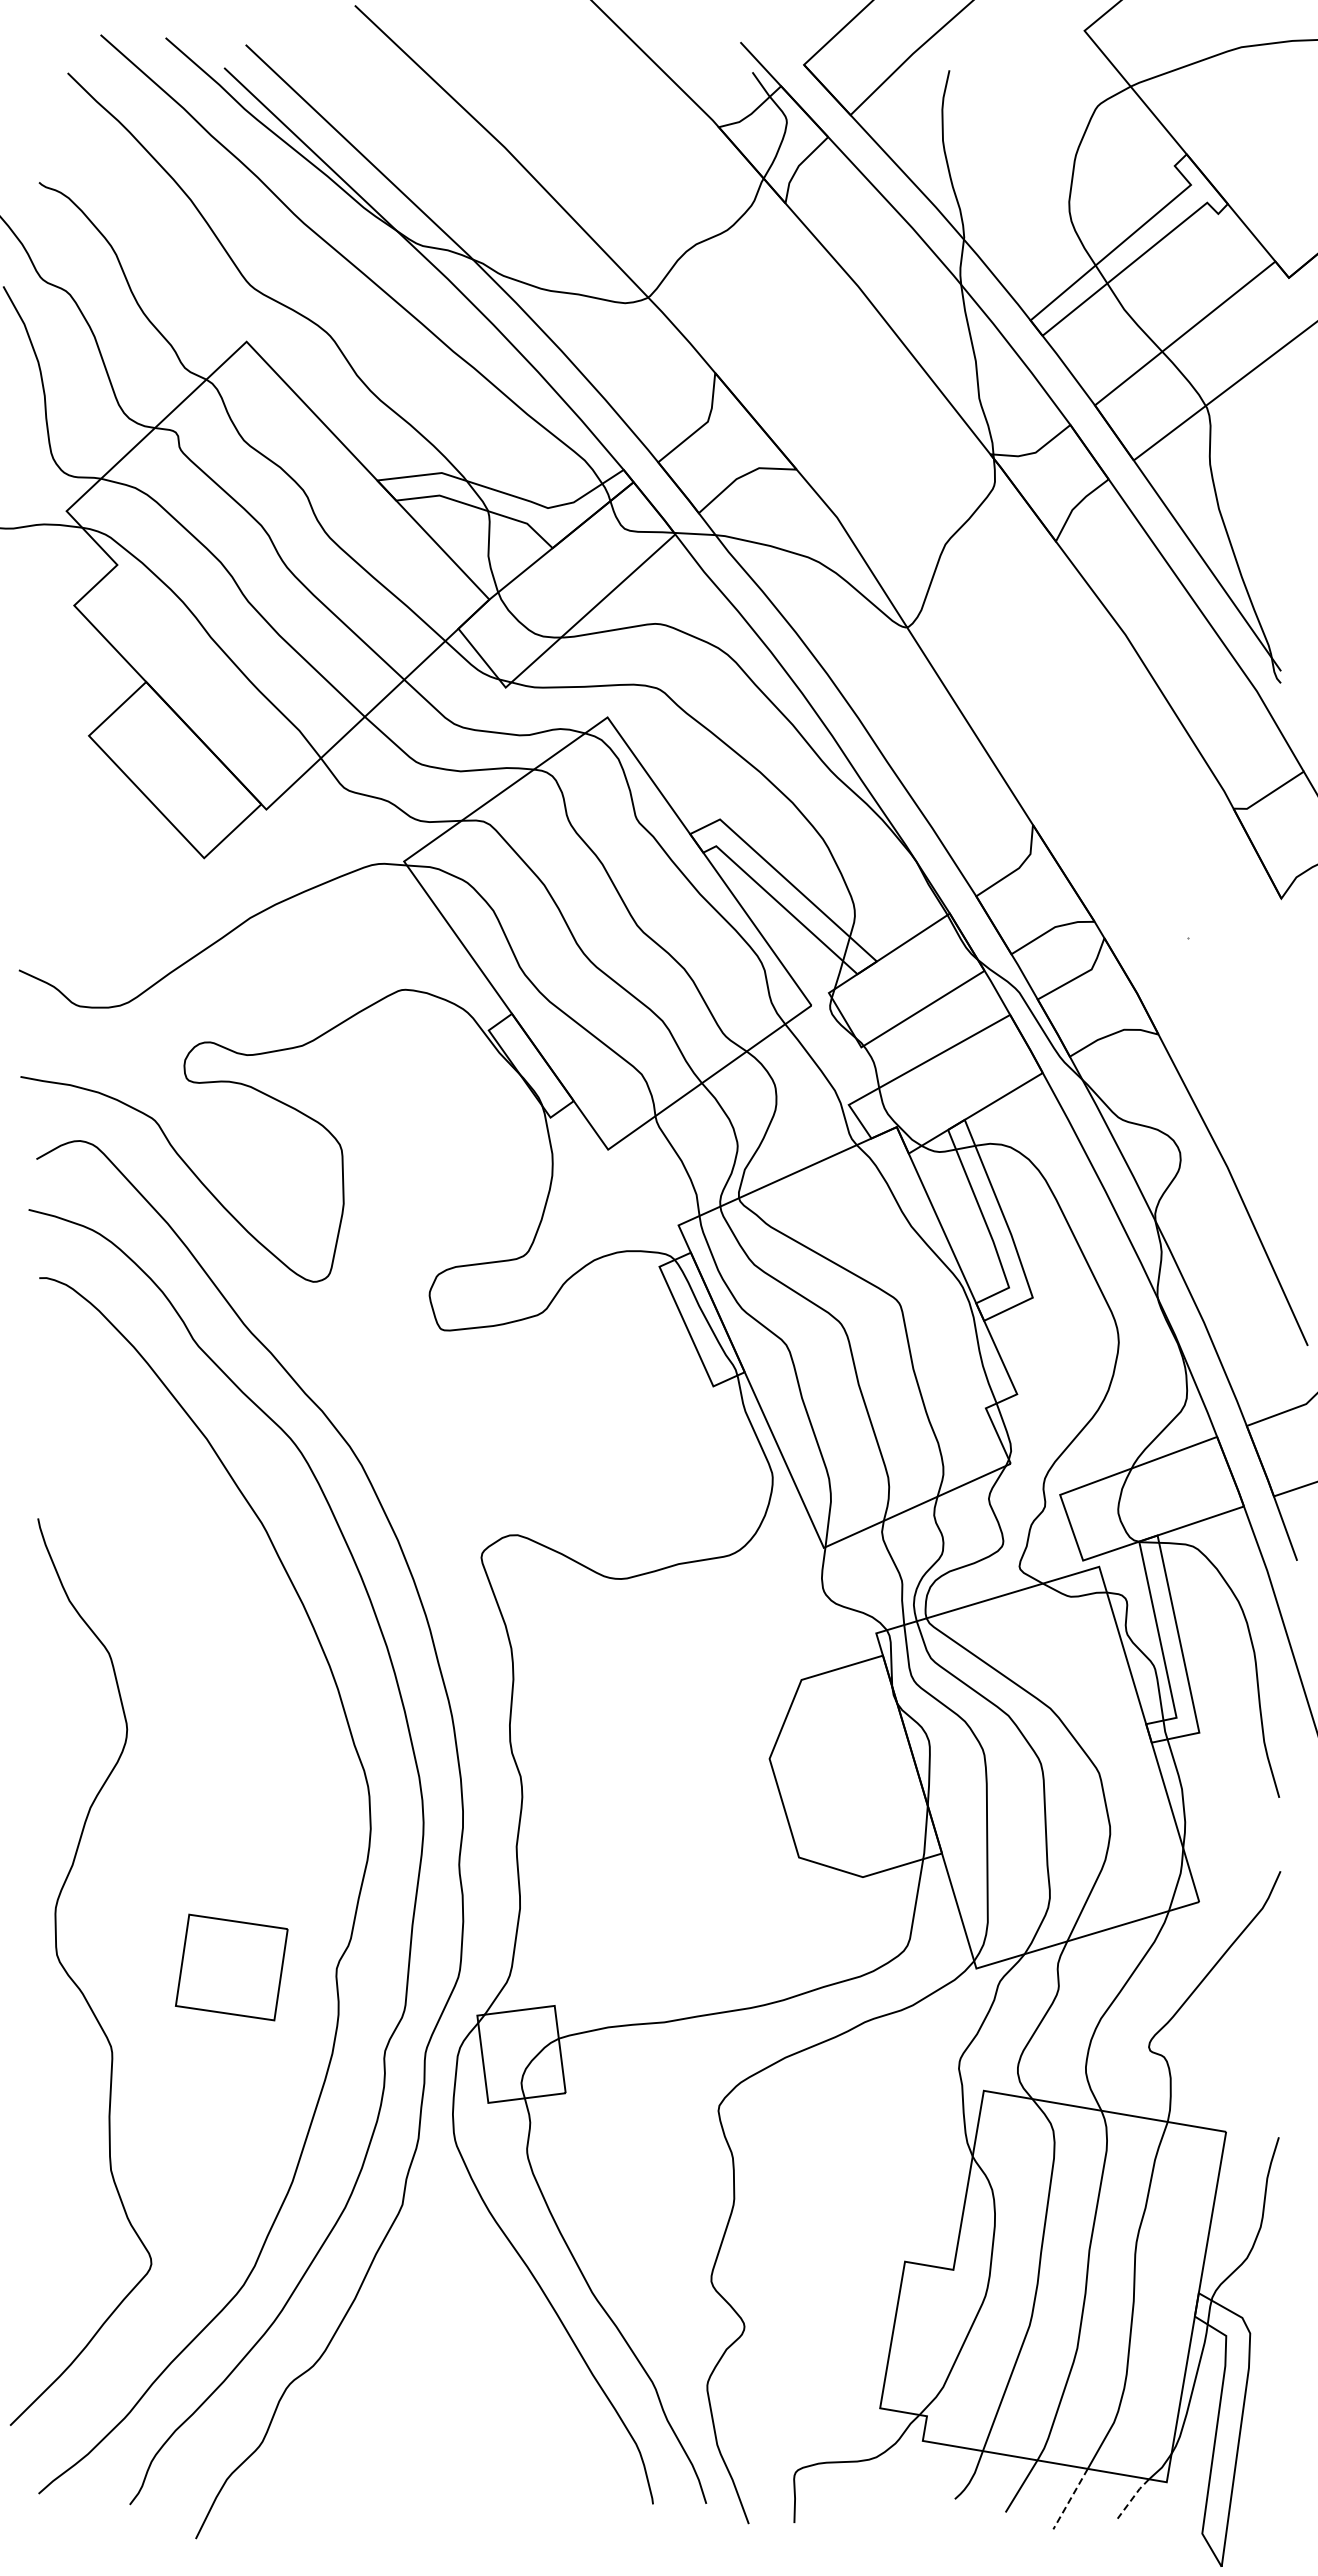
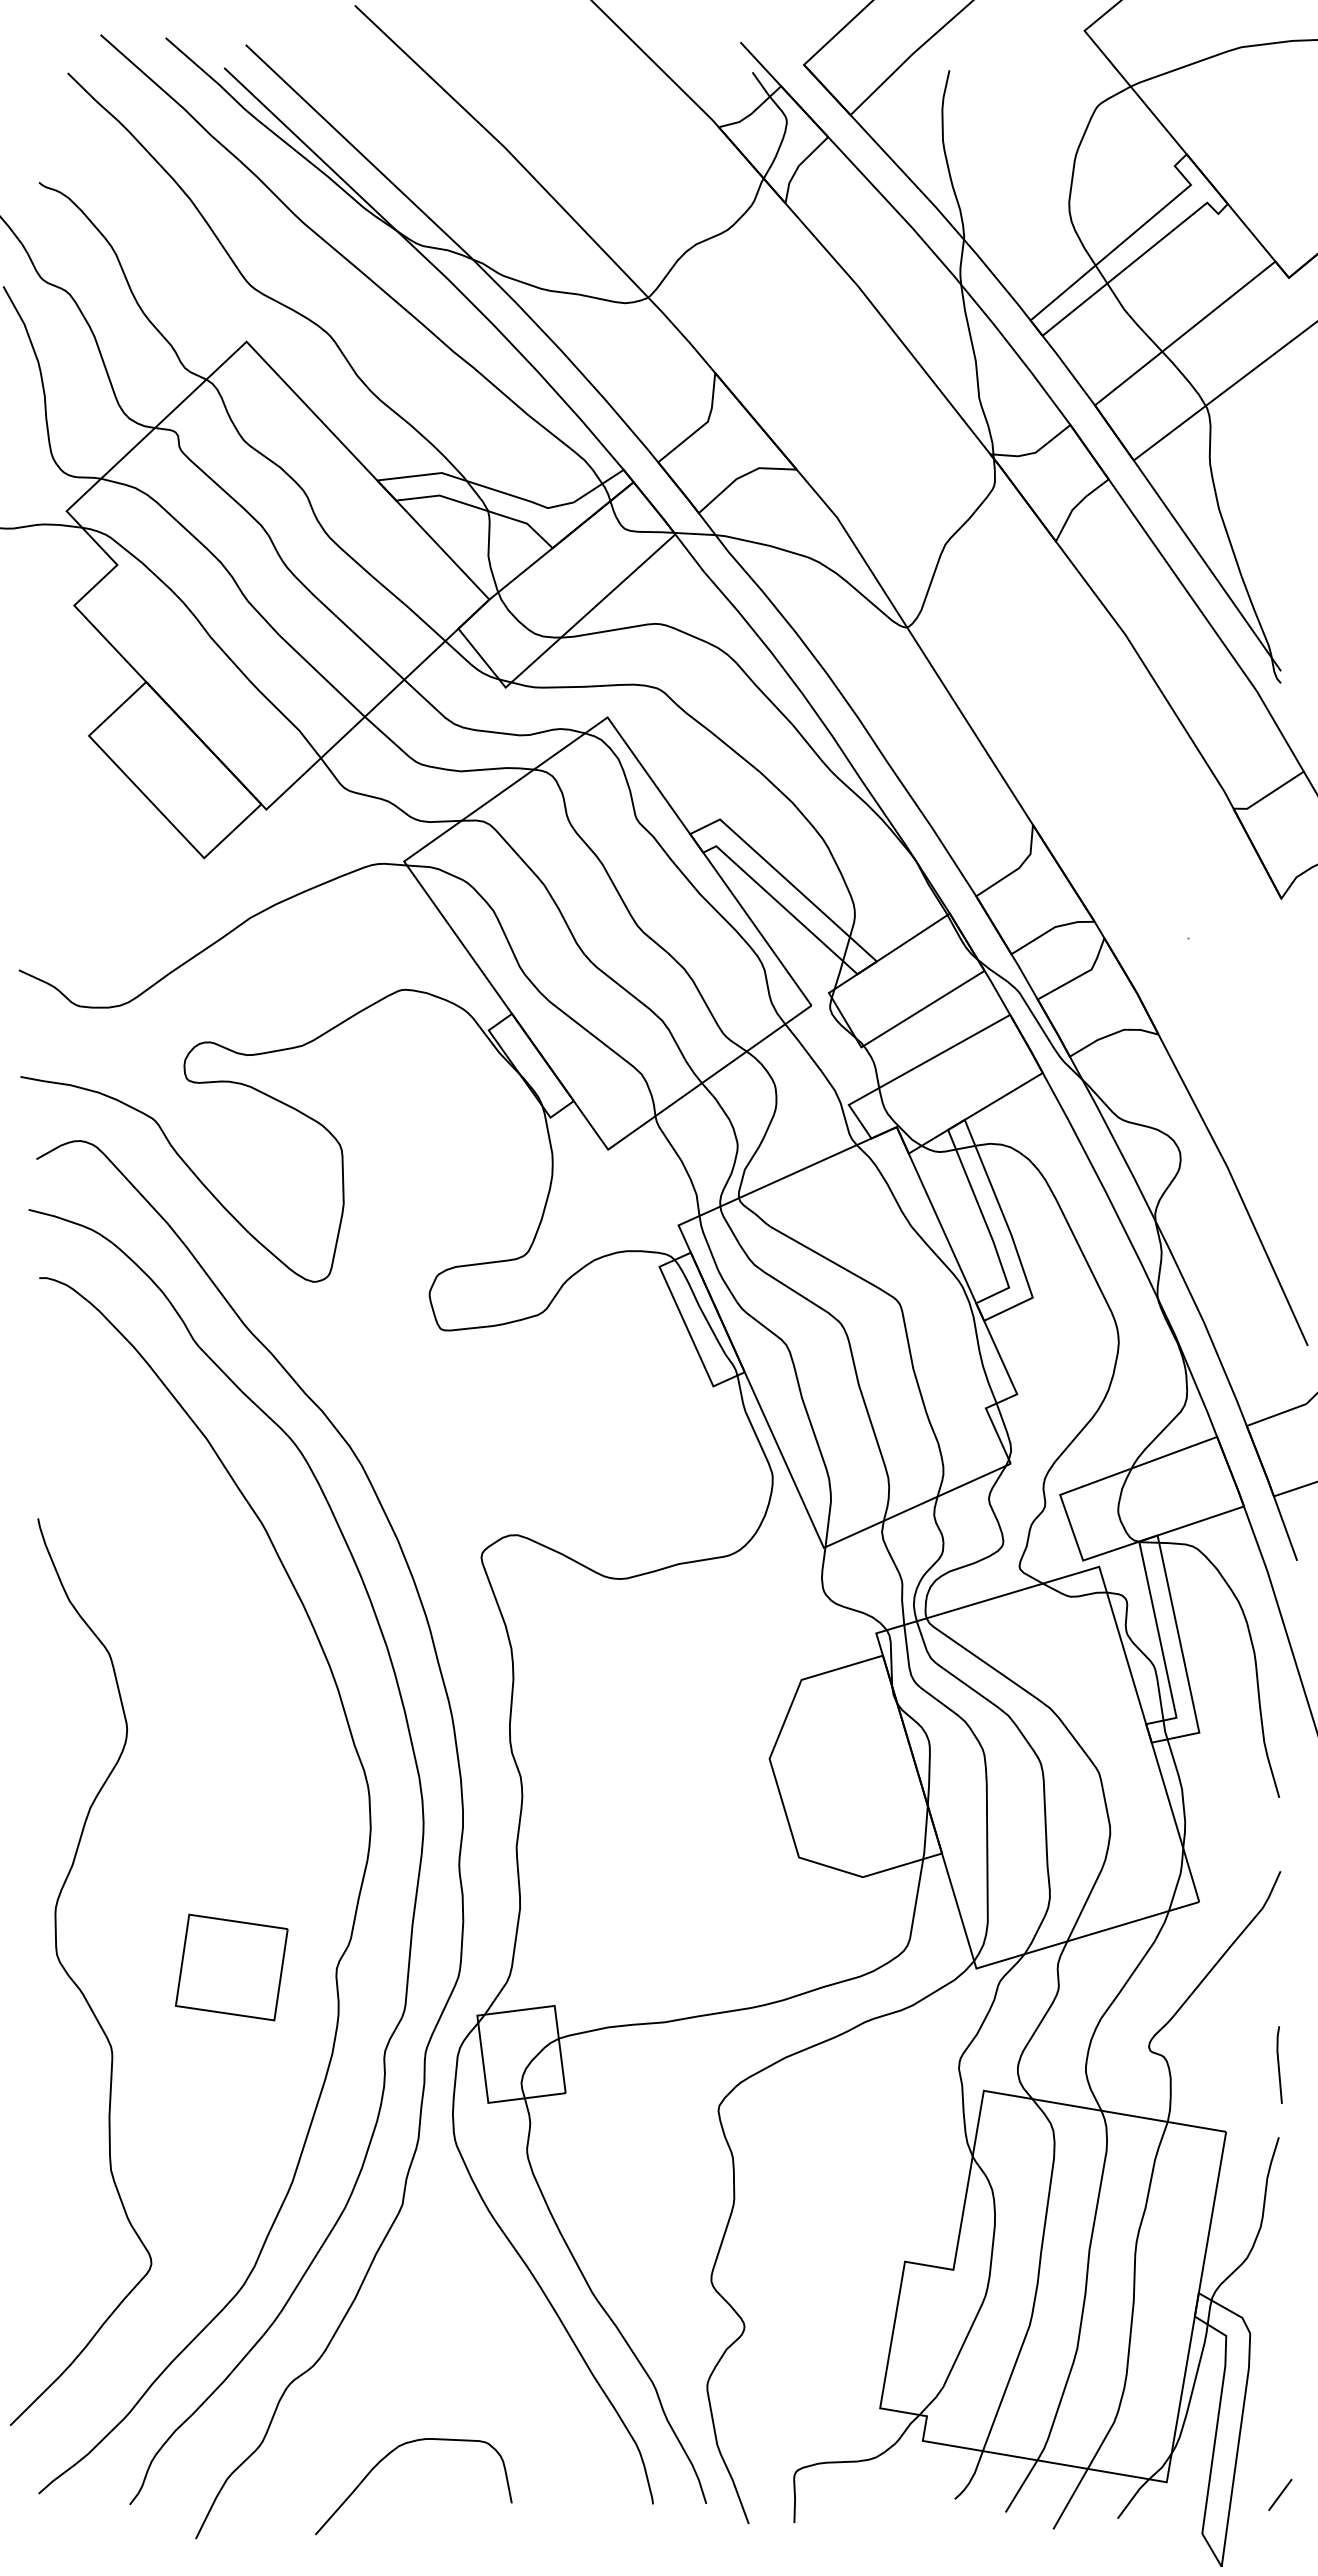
line at (1279, 2064): none -> present
curve at (385, 2458): none -> present
line at (1280, 2494): none -> present
line at (1132, 2498): dashed -> solid
line at (1070, 2499): dashed -> solid
